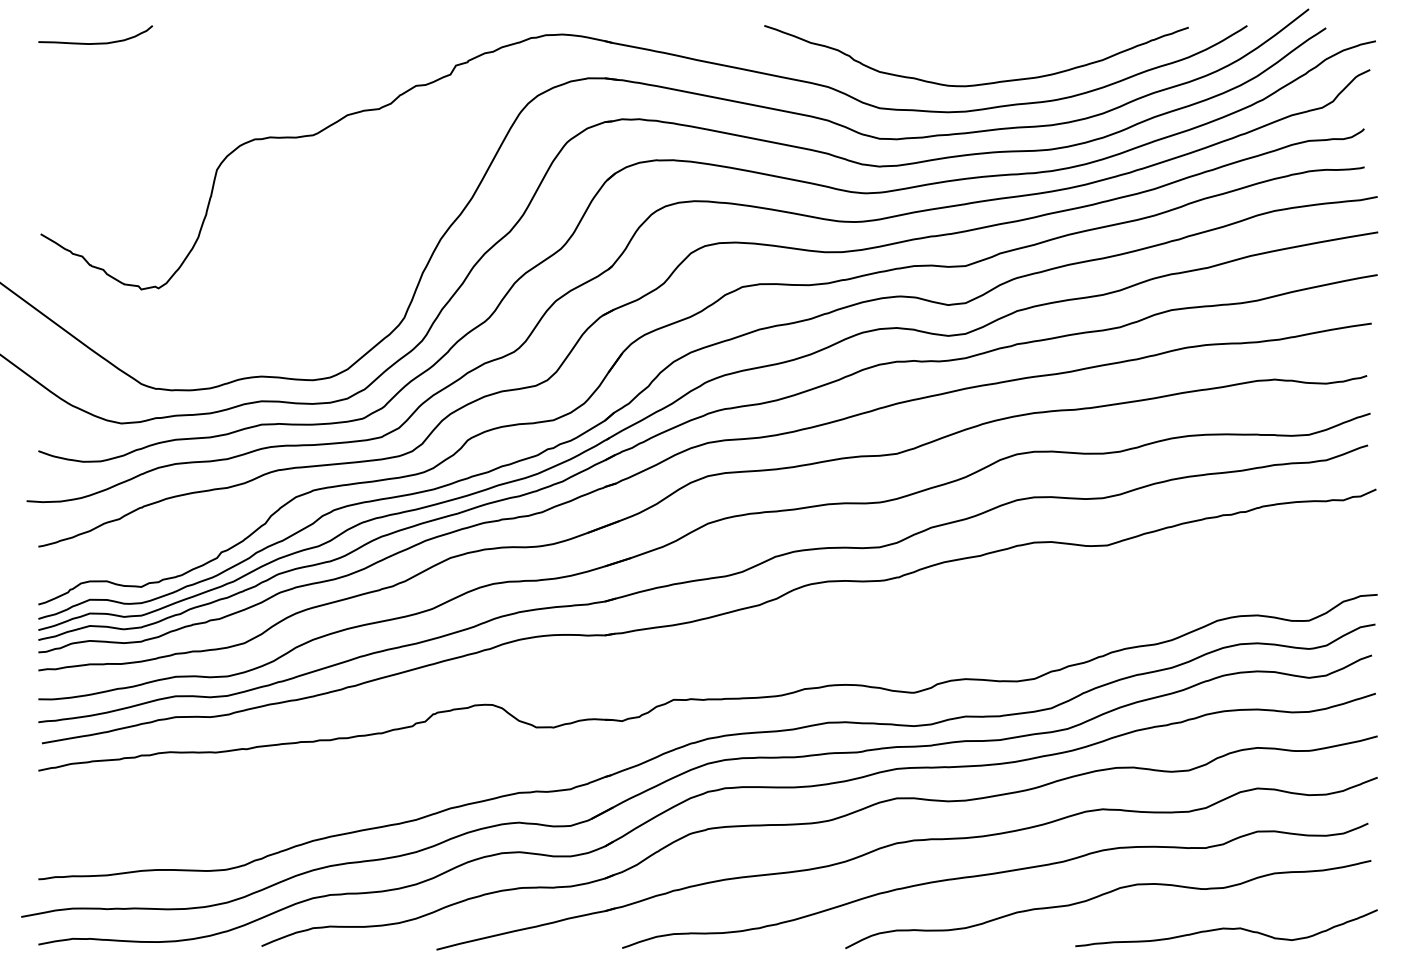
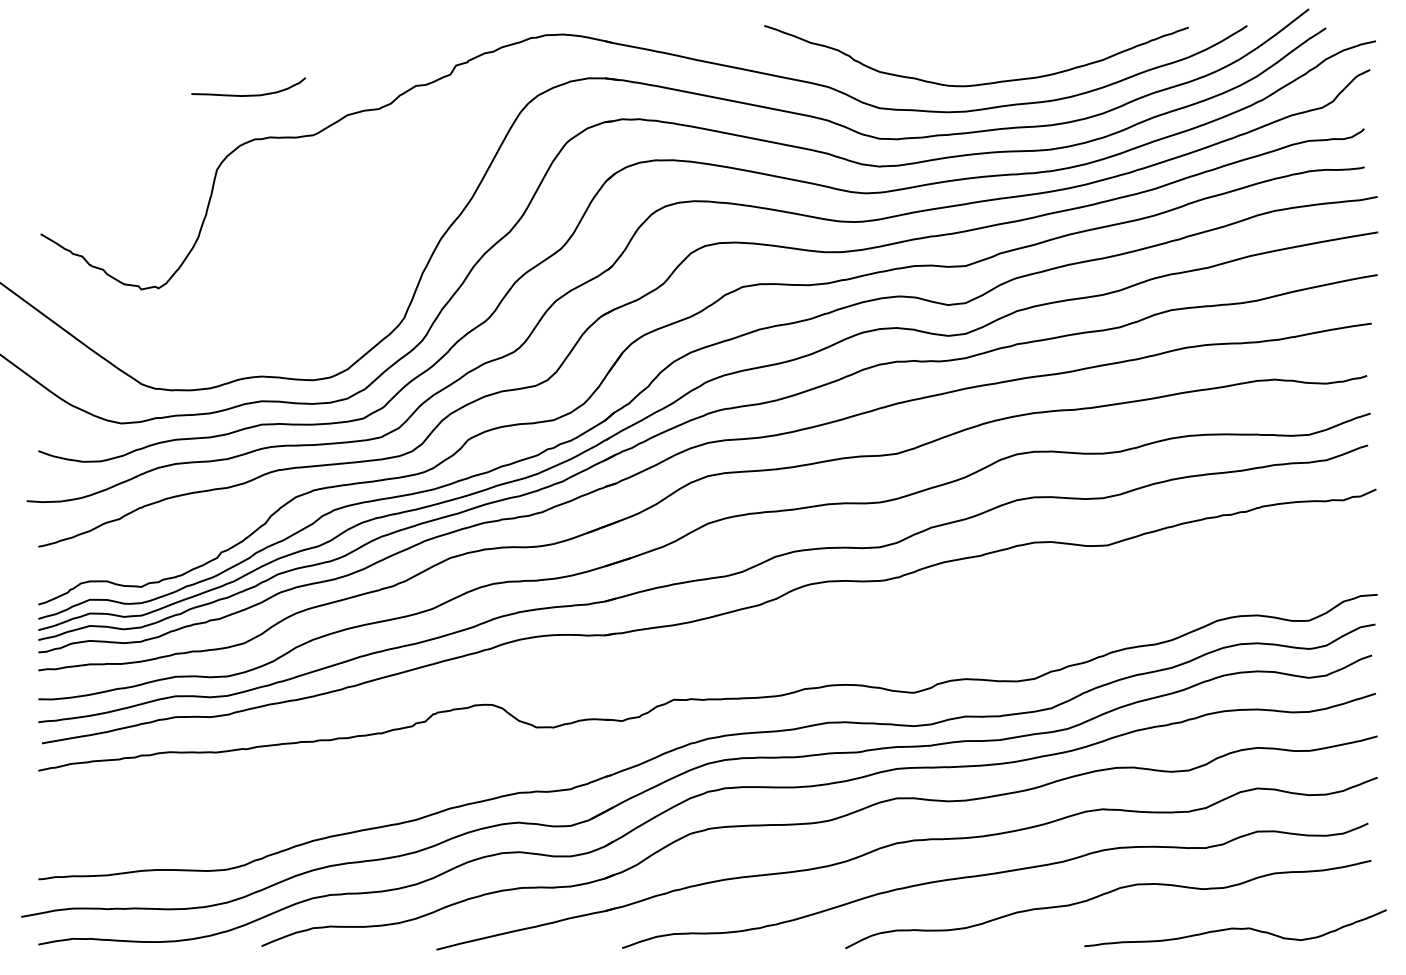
curve at (95, 42) position: (95, 42) -> (248, 94)
curve at (1226, 928) position: (1226, 928) -> (1235, 928)
